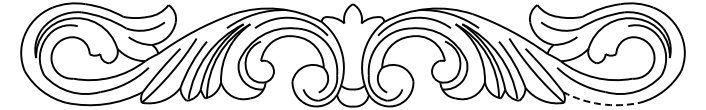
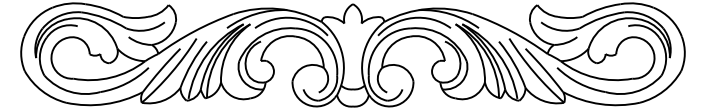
arc at (600, 104): dashed -> solid
